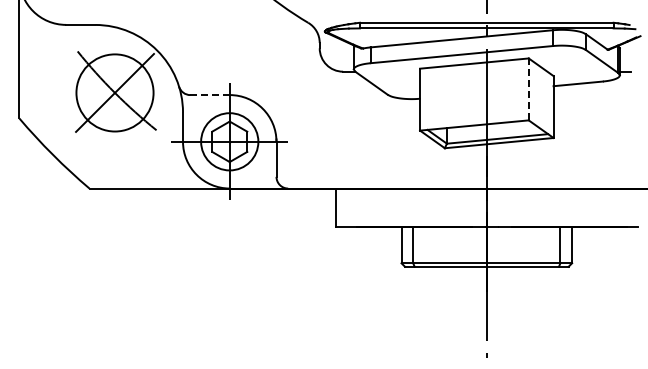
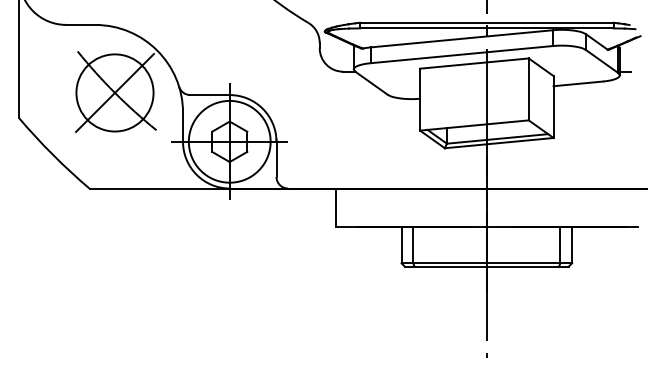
line at (528, 89): dashed -> solid
line at (210, 95): dashed -> solid
circle at (229, 141) diameter: 57 px -> 82 px
